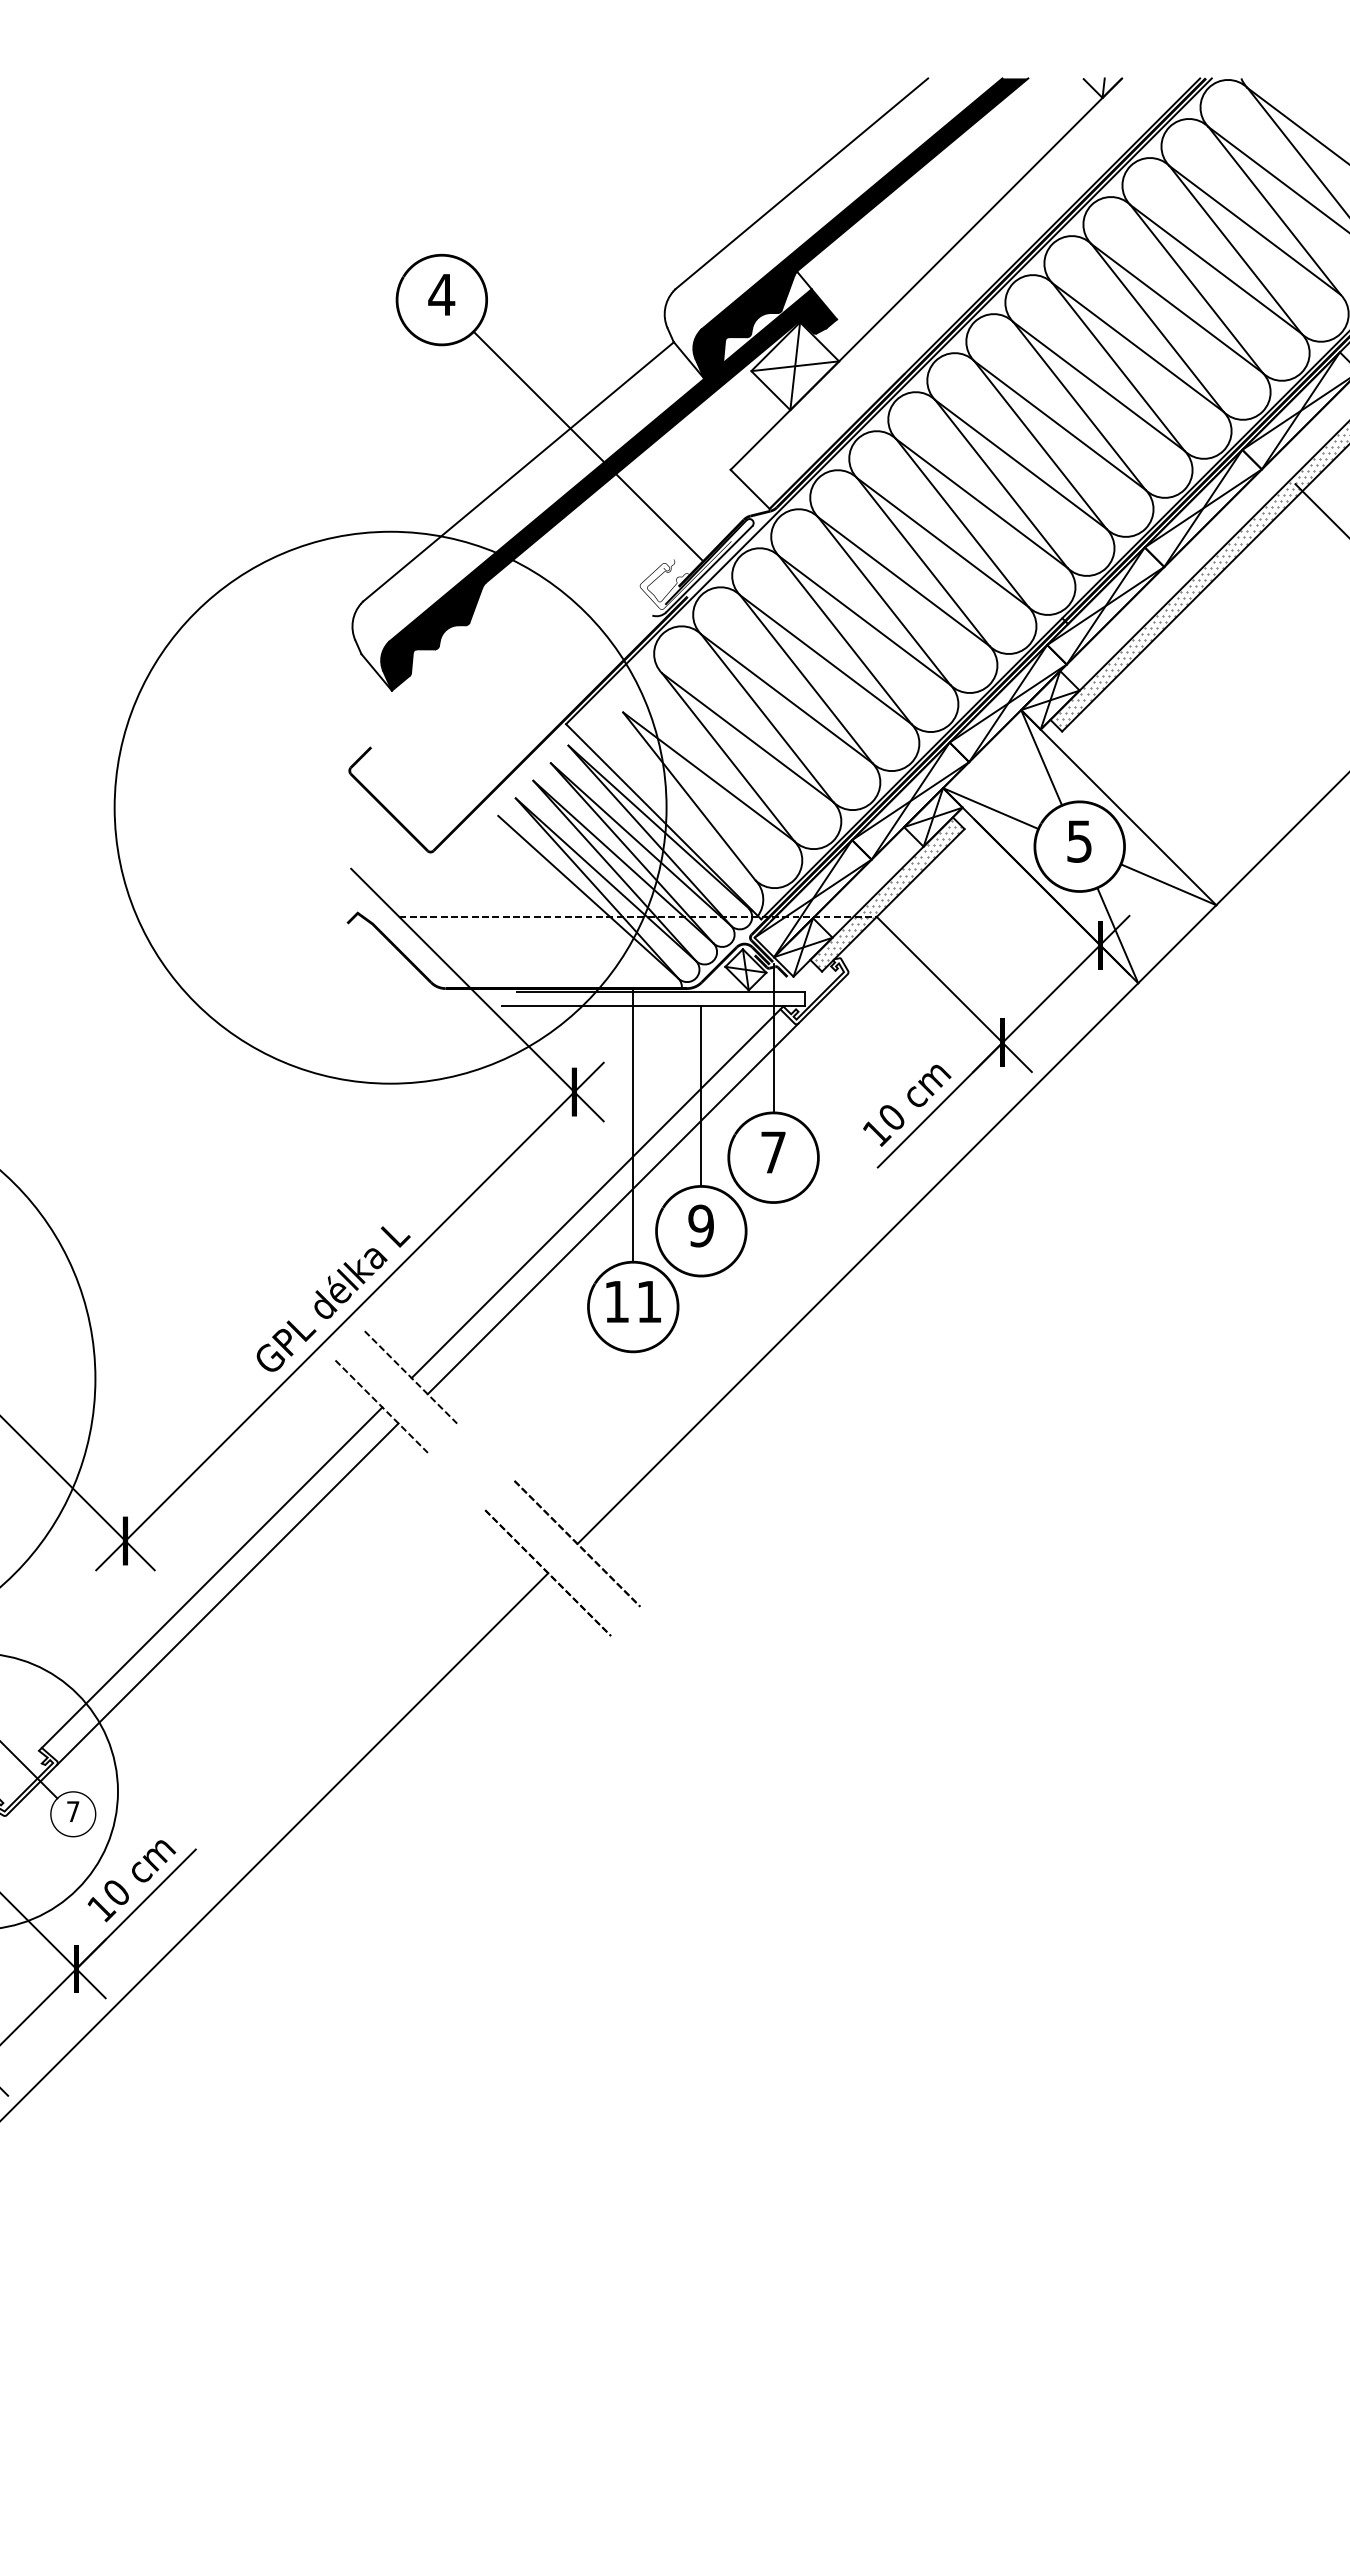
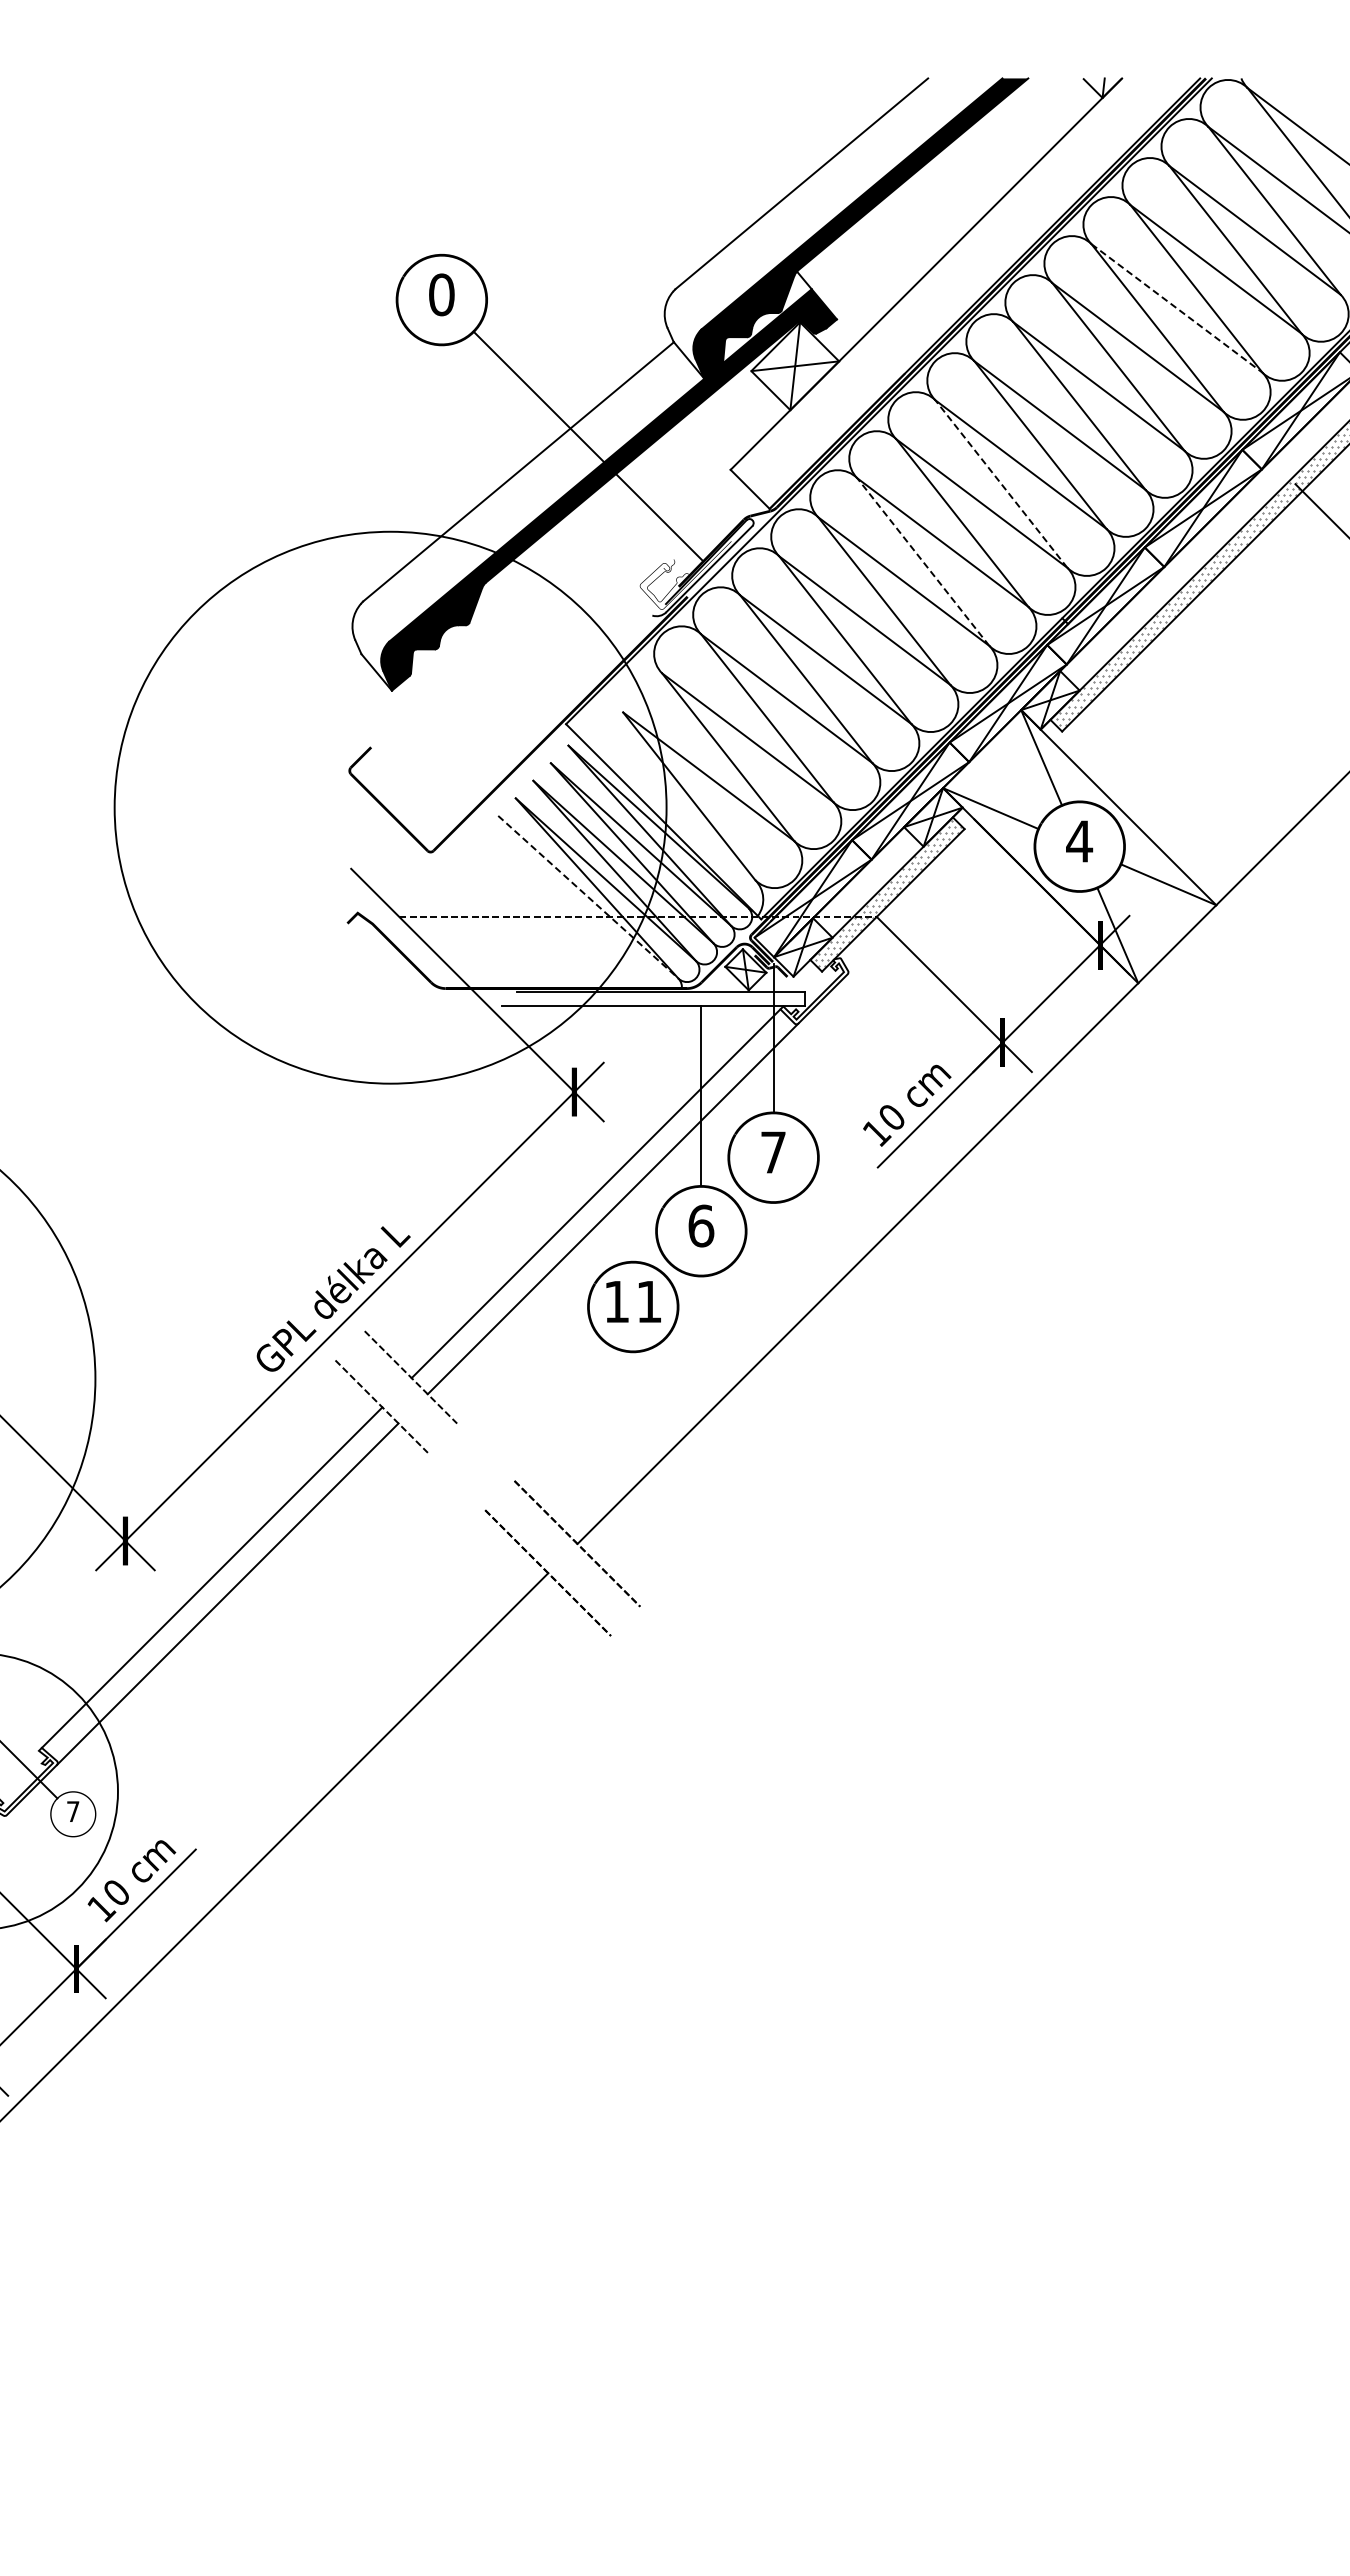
text at (441, 294): 4 -> 0
line at (1177, 308): solid -> dashed
line at (1001, 484): solid -> dashed
line at (923, 562): solid -> dashed
text at (1079, 841): 5 -> 4
line at (588, 897): solid -> dashed
line at (633, 1125): present -> none
text at (701, 1225): 9 -> 6
